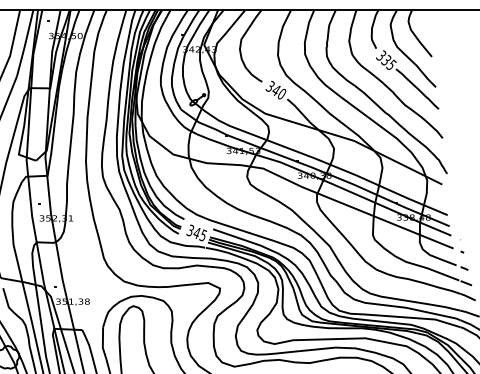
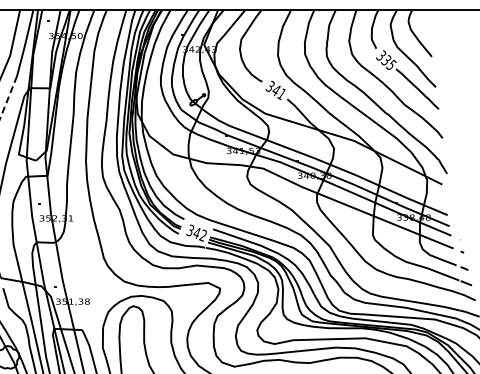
text at (281, 94): 340 -> 341
line at (8, 97): solid -> dashed
text at (203, 235): 345 -> 342
